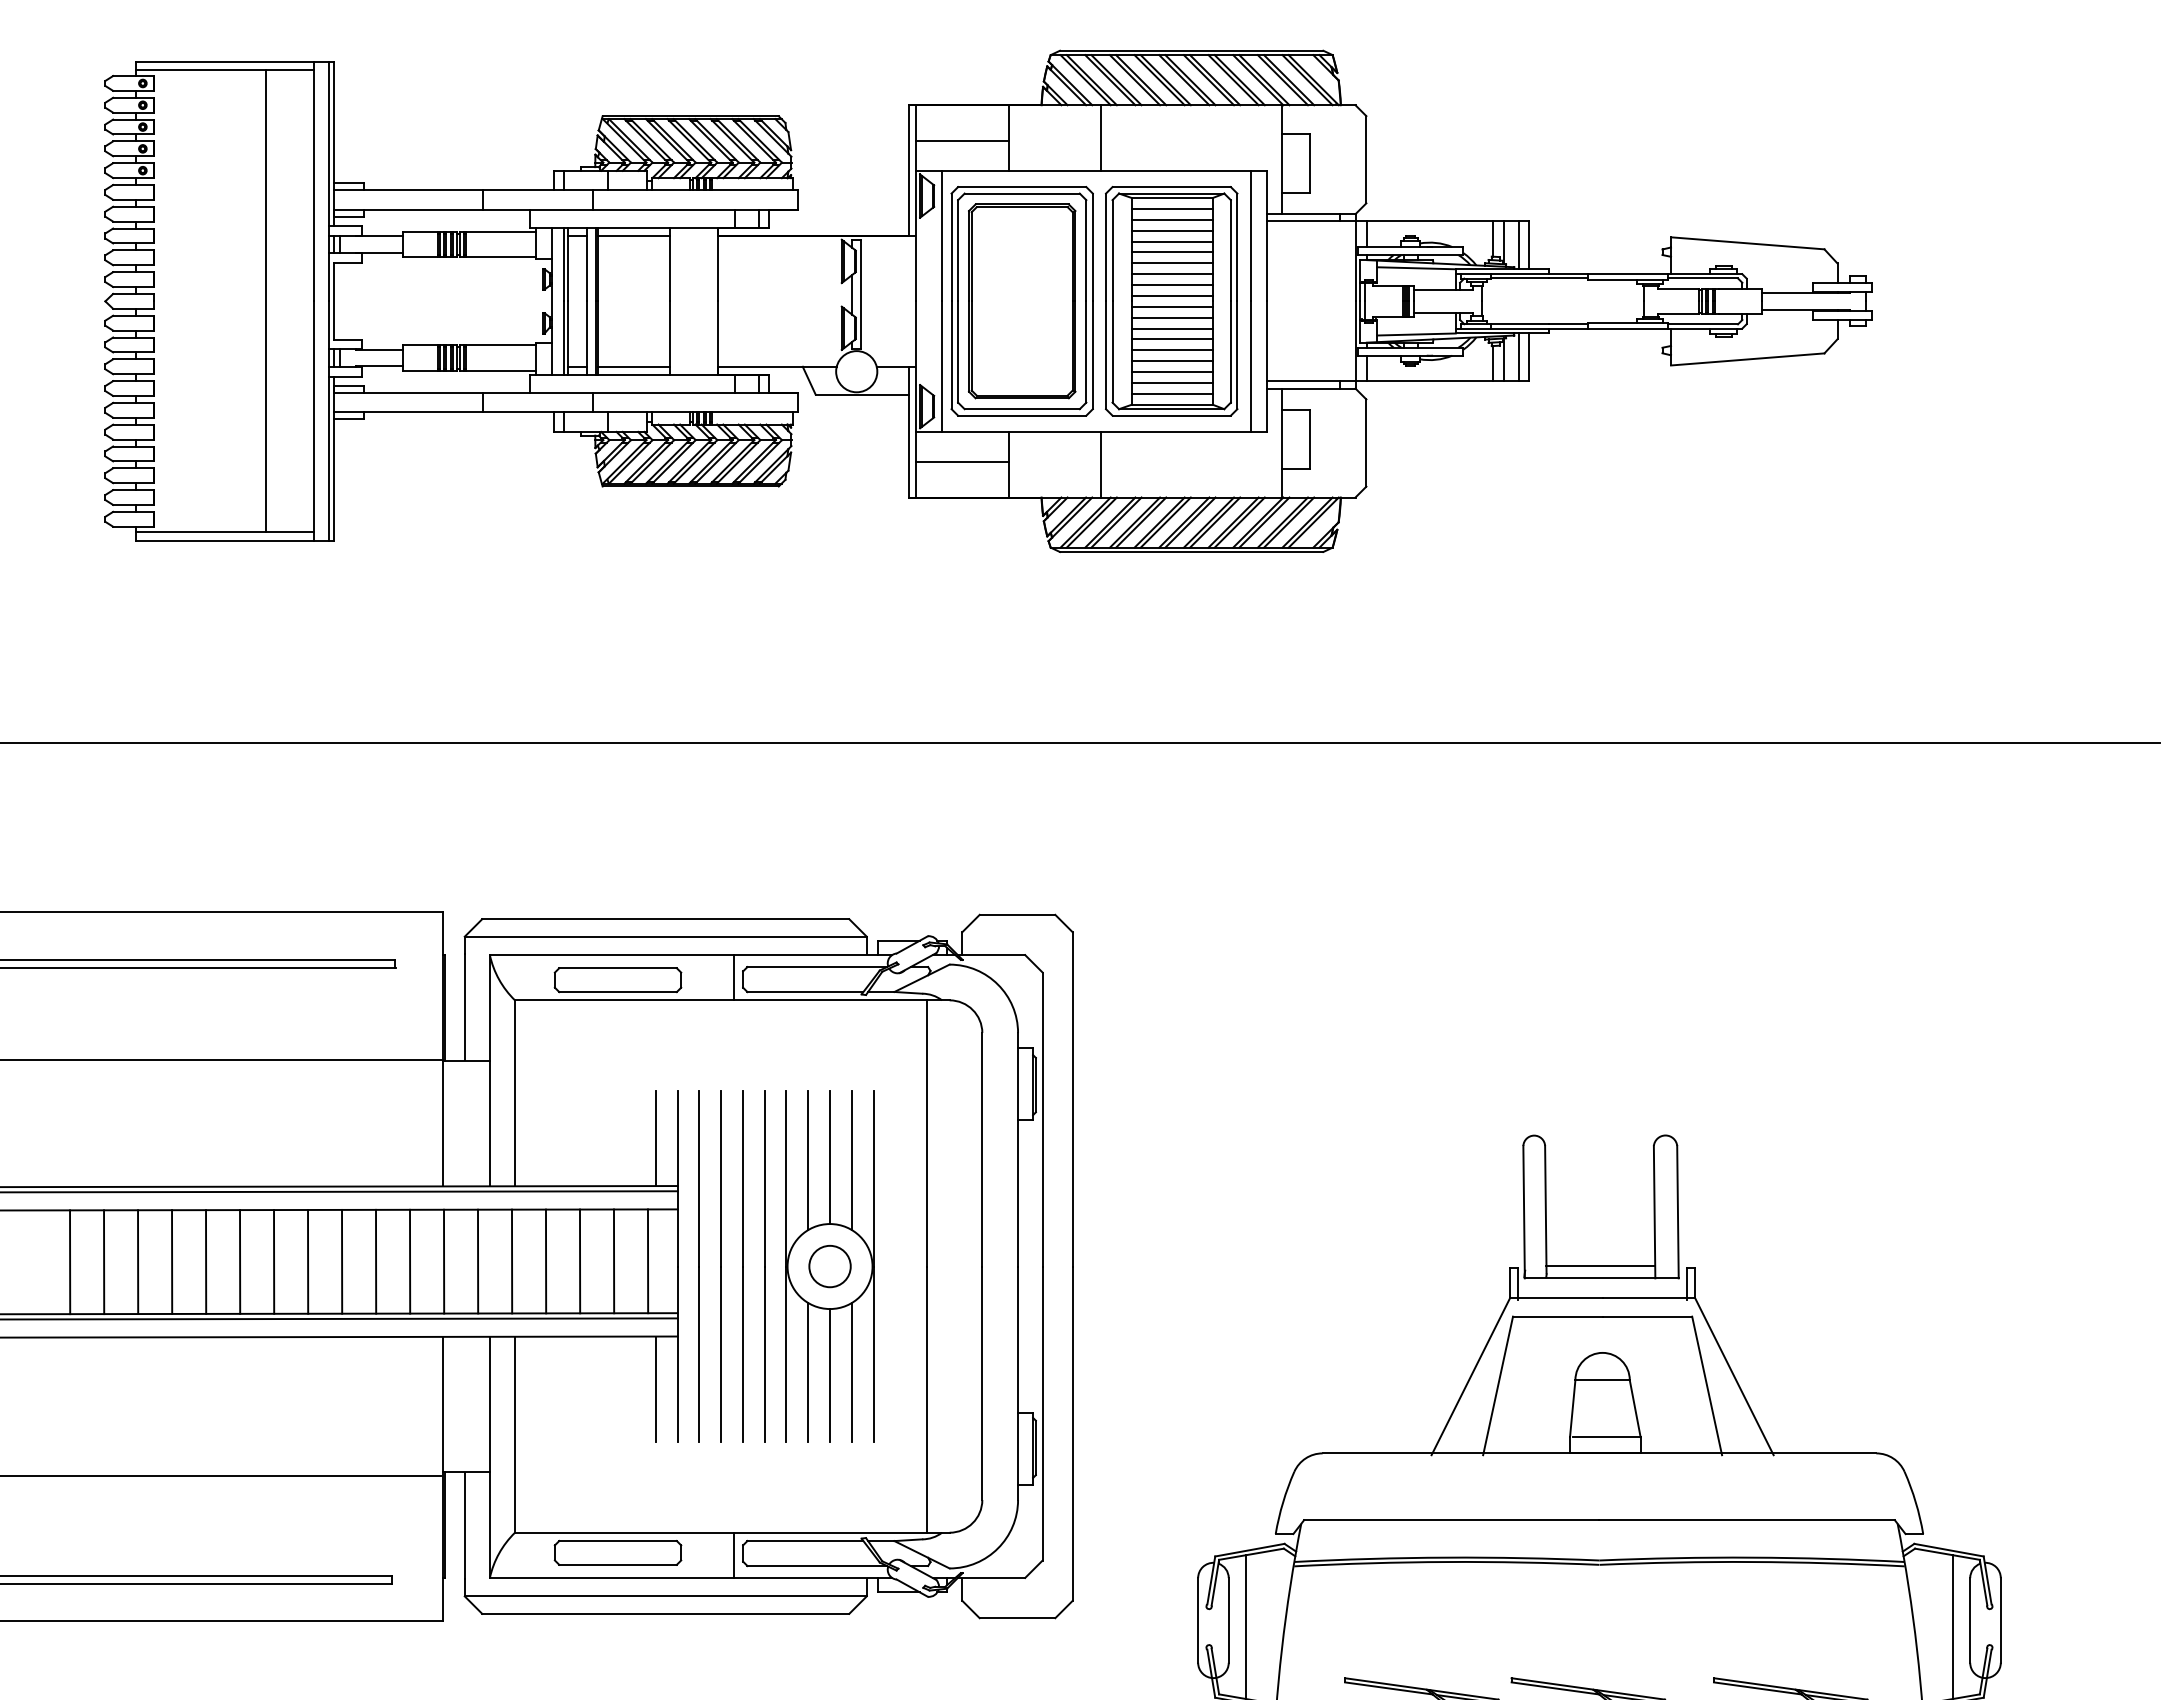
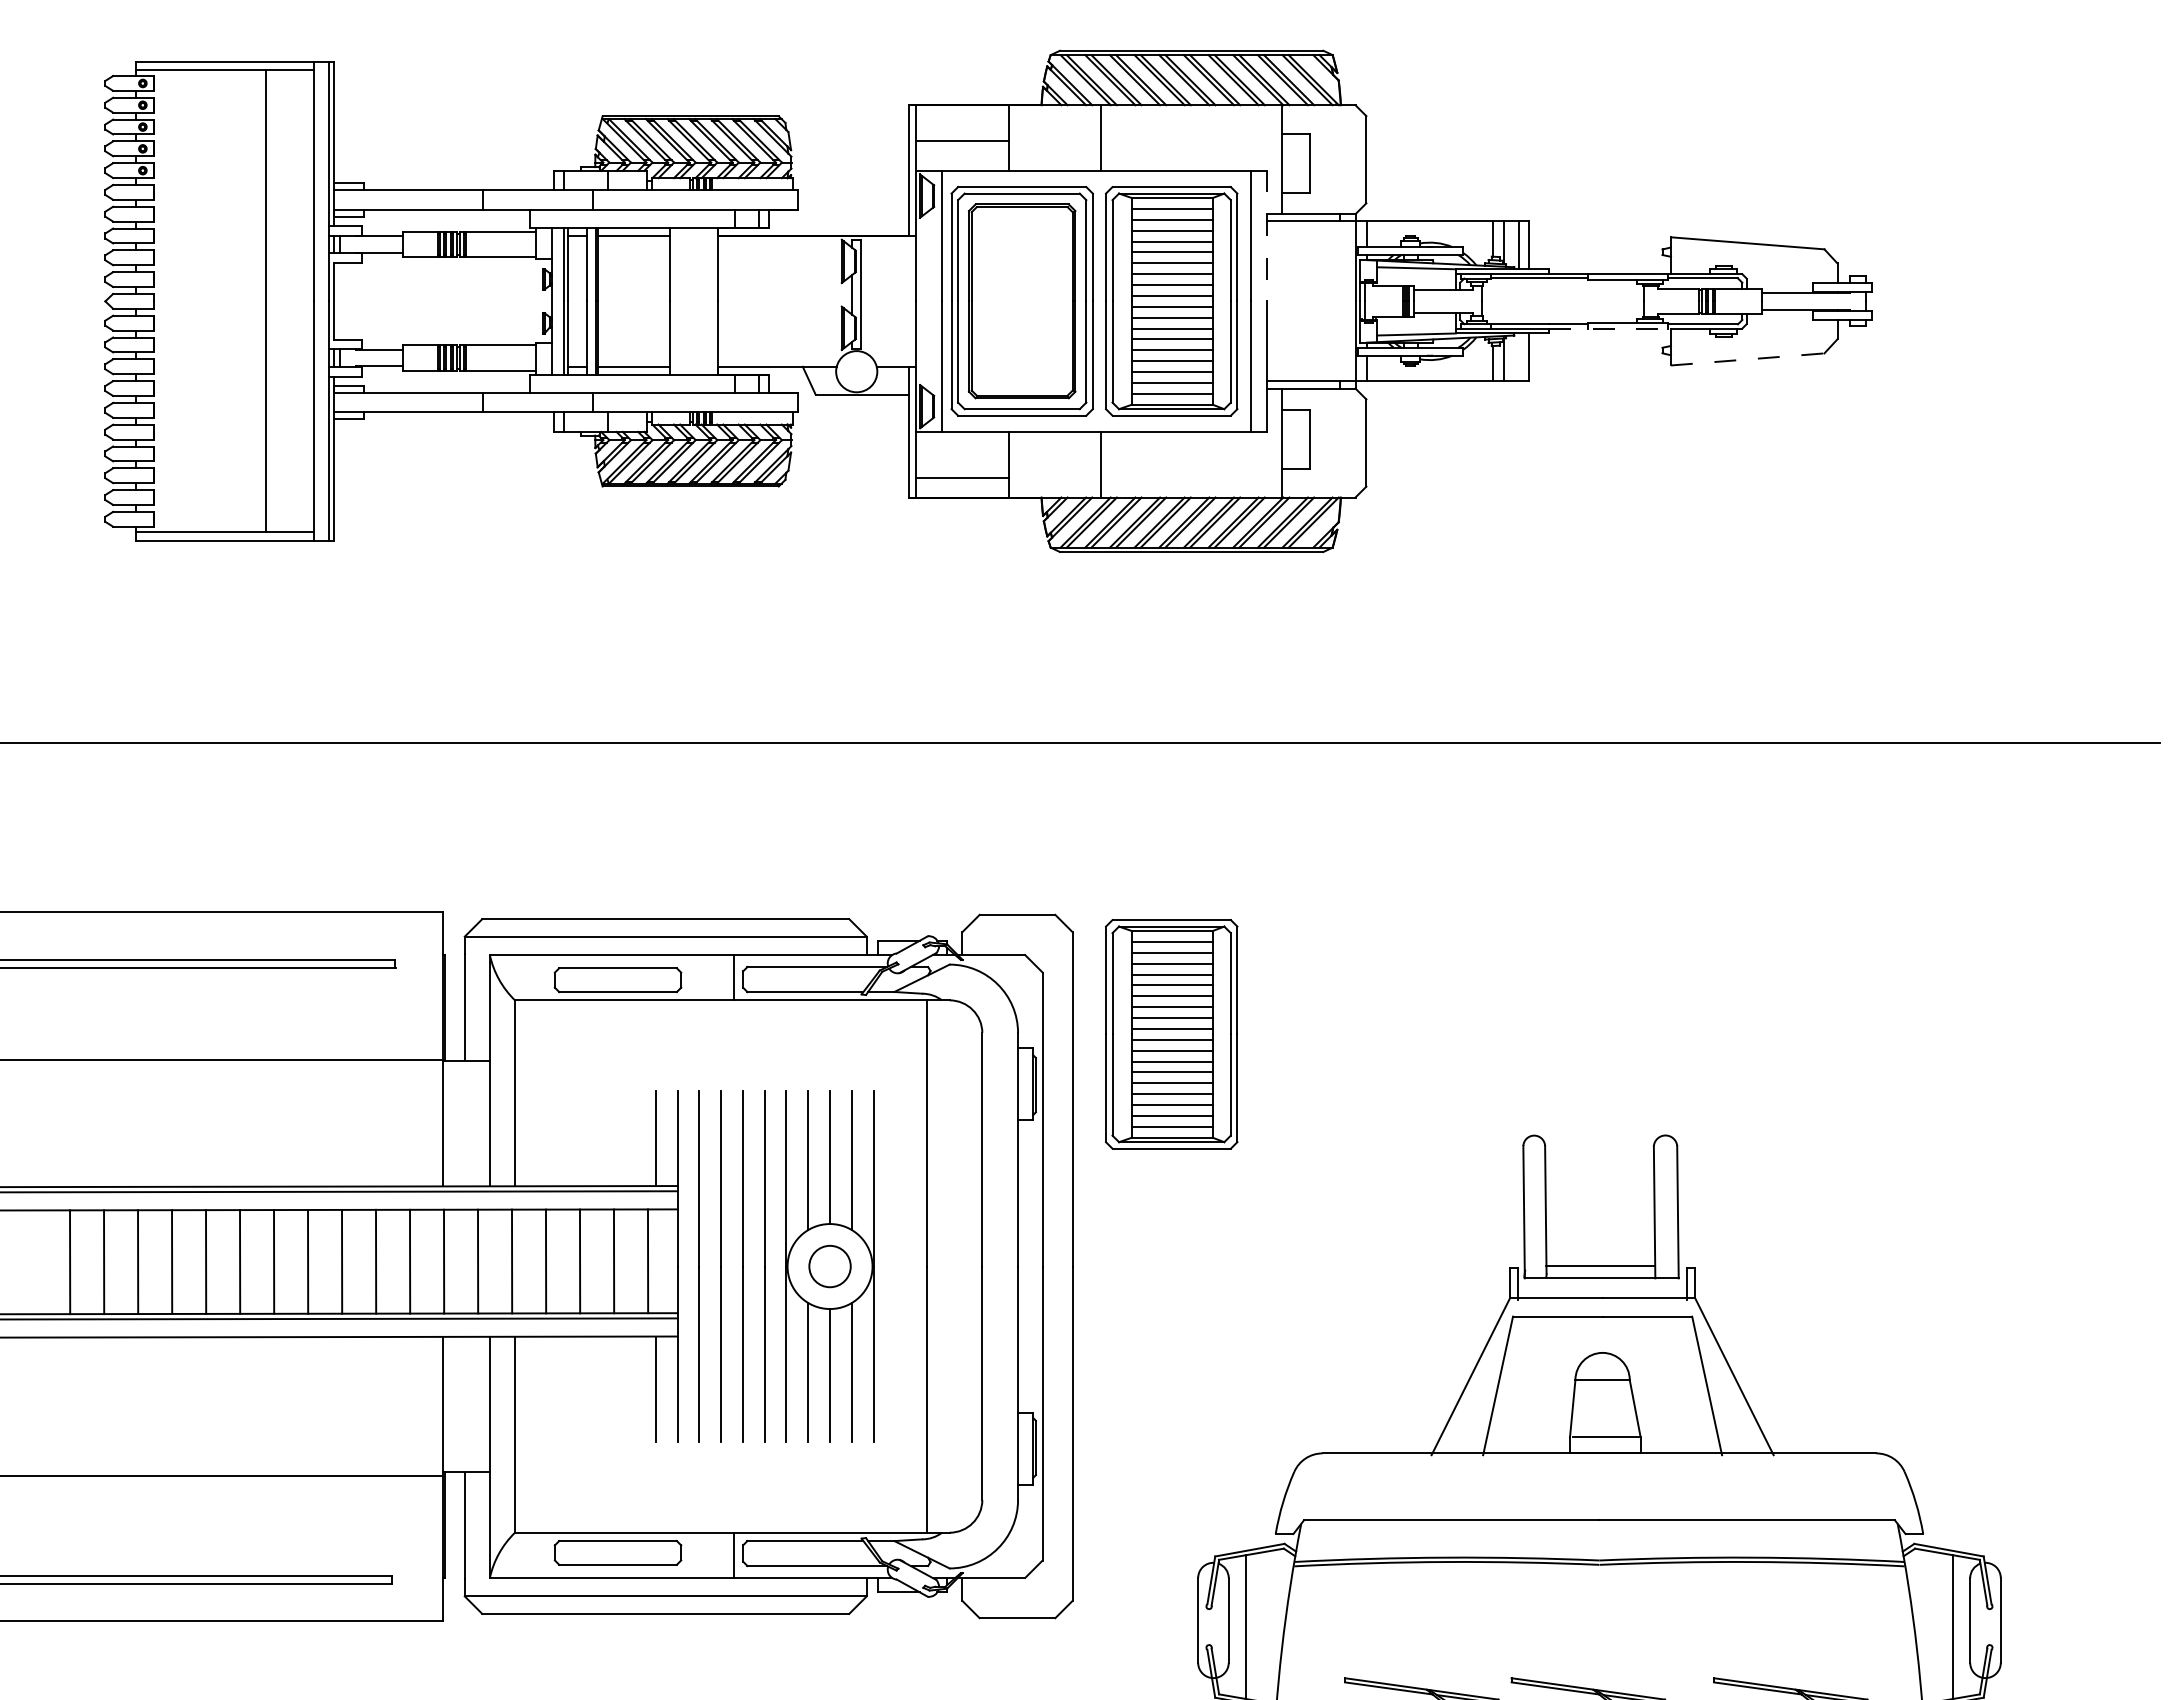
line at (1267, 236): solid -> dashed
line at (1610, 328): solid -> dashed
line at (1518, 357): present -> none
line at (1747, 359): solid -> dashed
line at (961, 461) position: (961, 461) -> (961, 477)
part at (1171, 1034): none -> present
